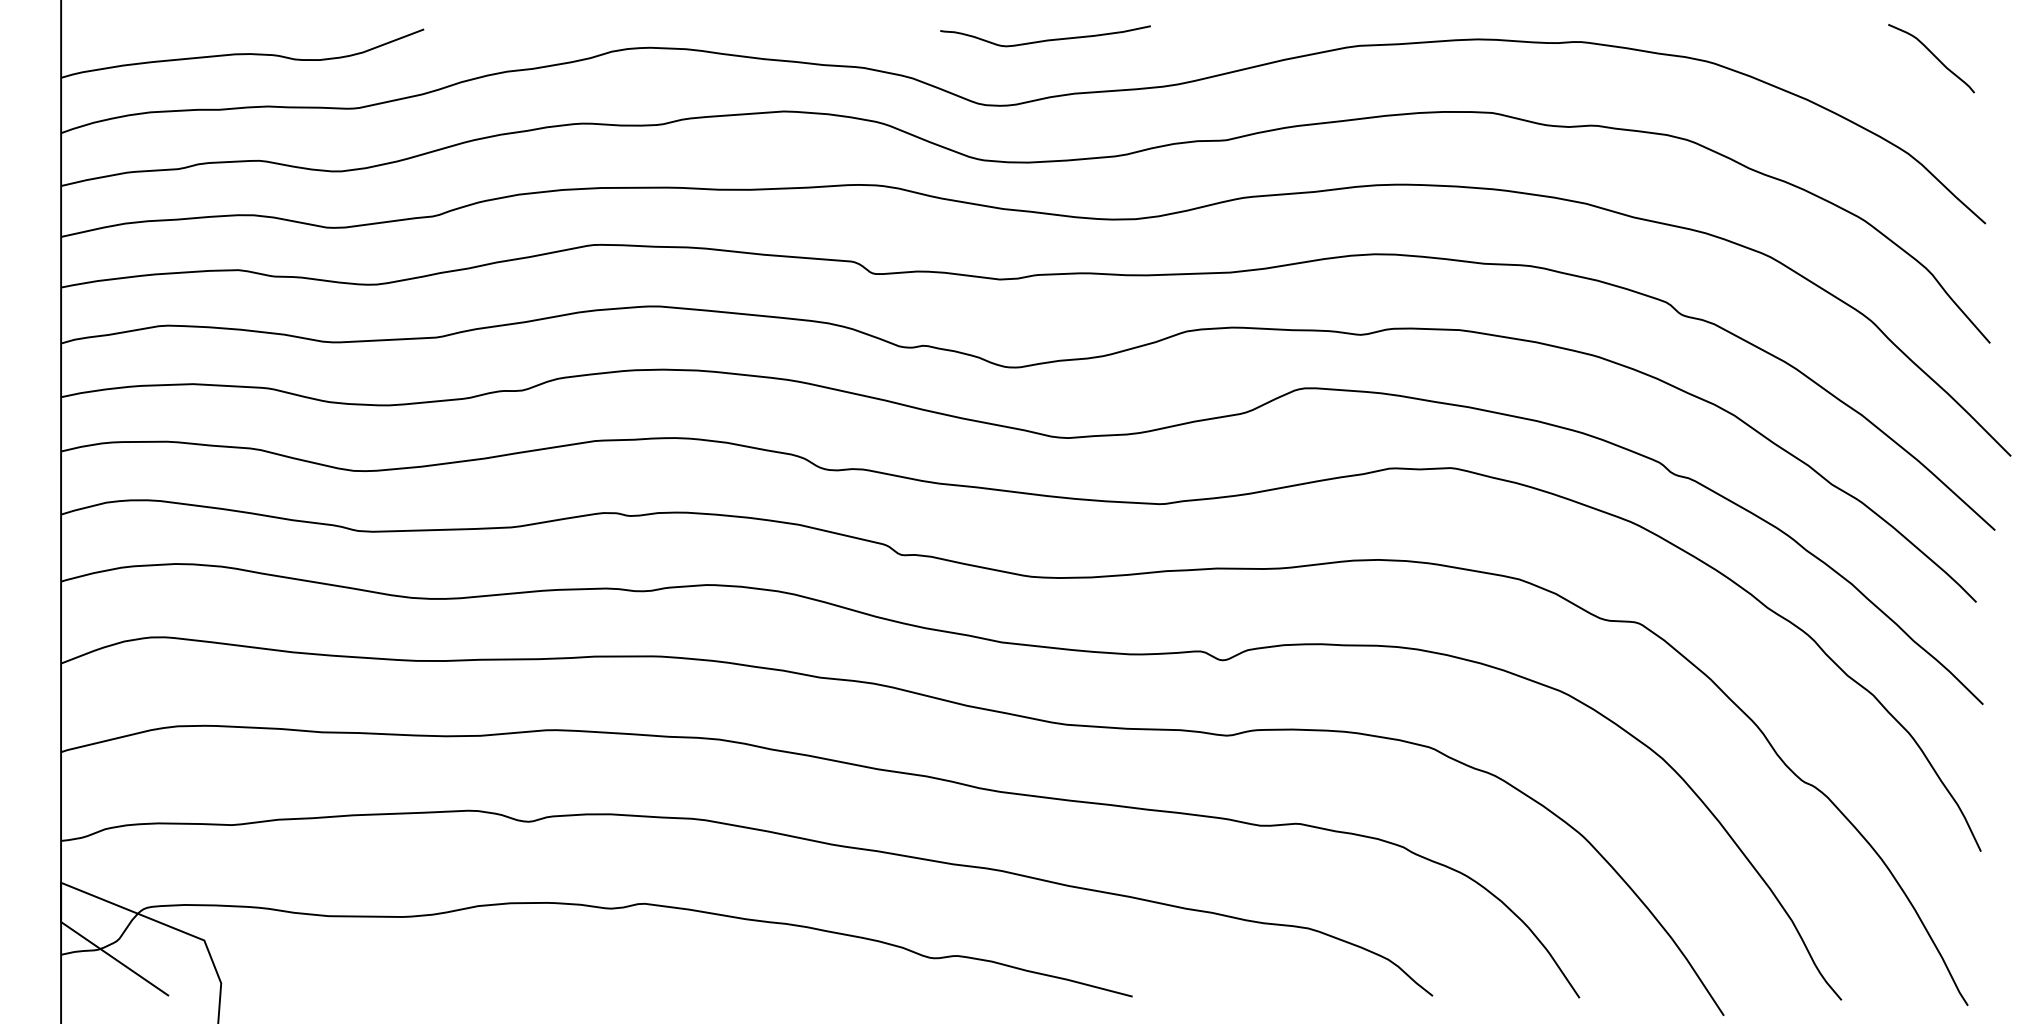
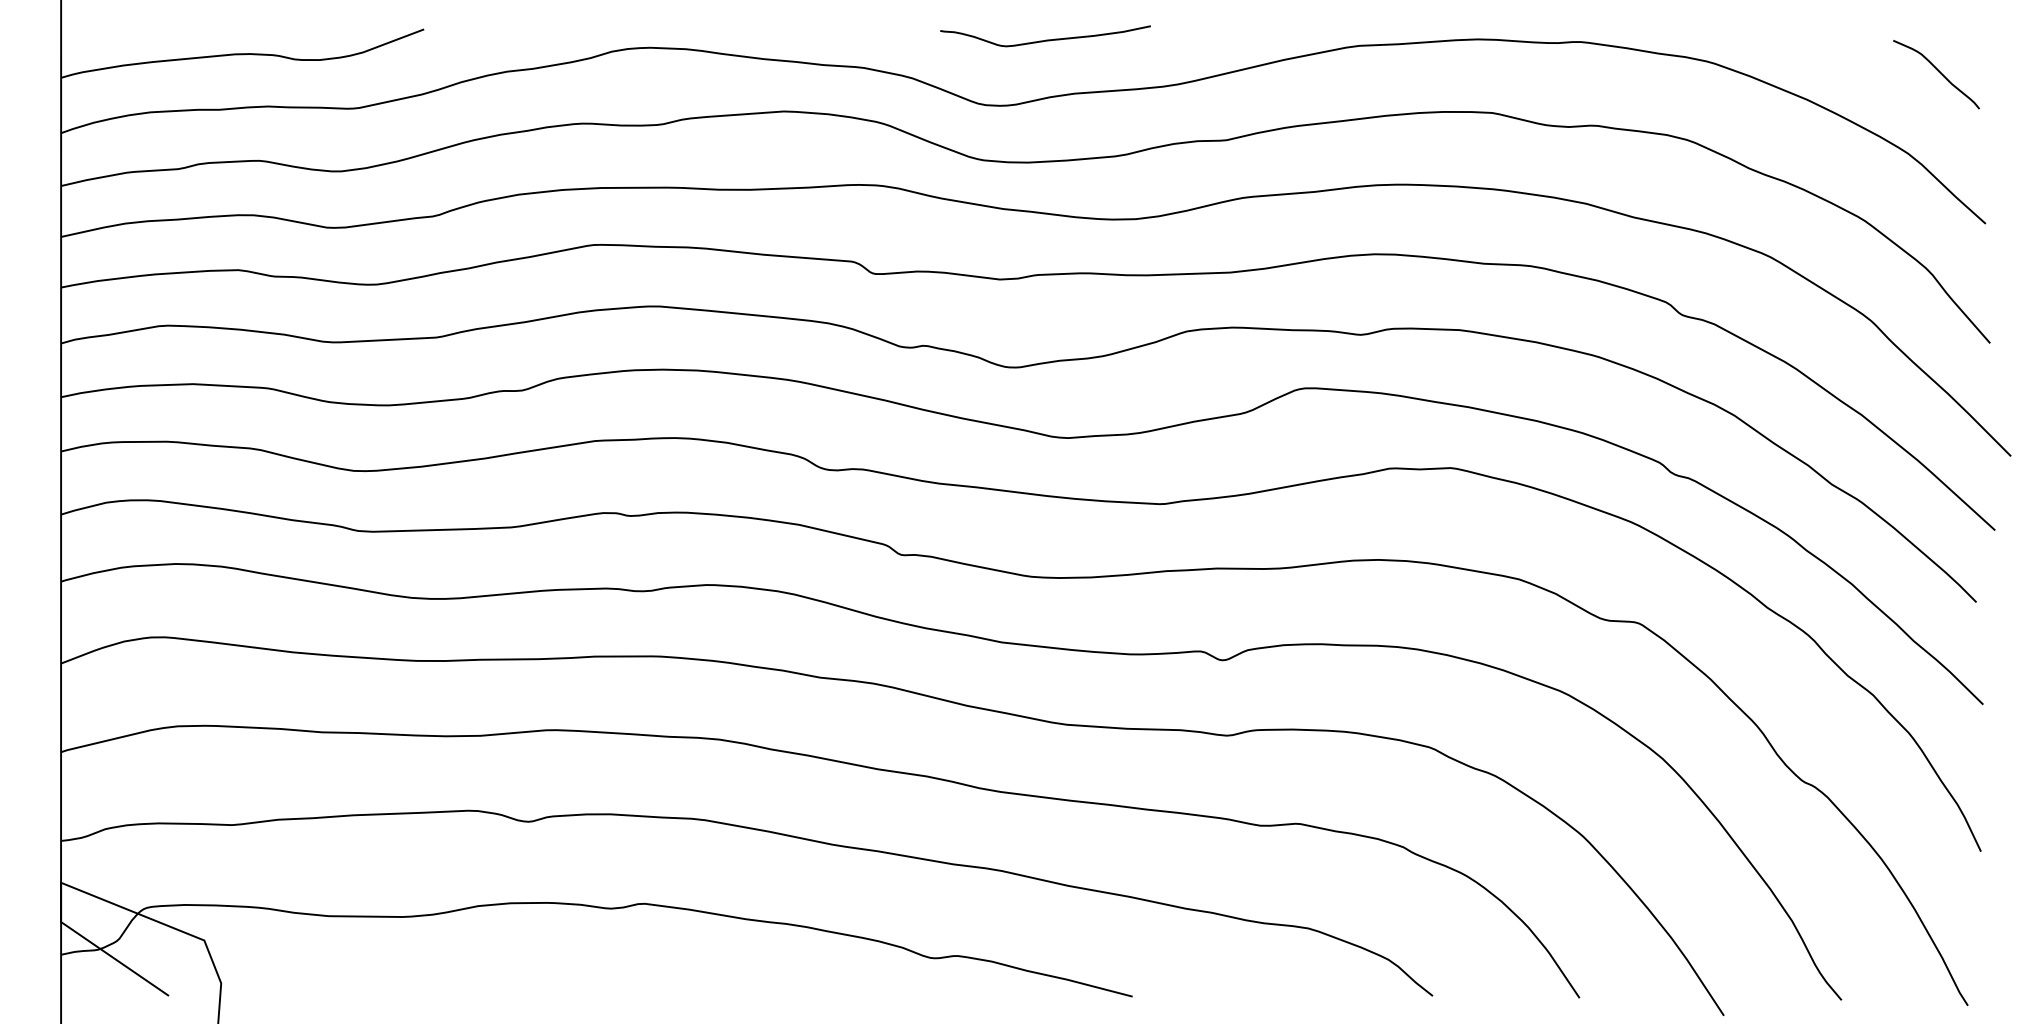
curve at (1933, 56) position: (1933, 56) -> (1938, 72)
